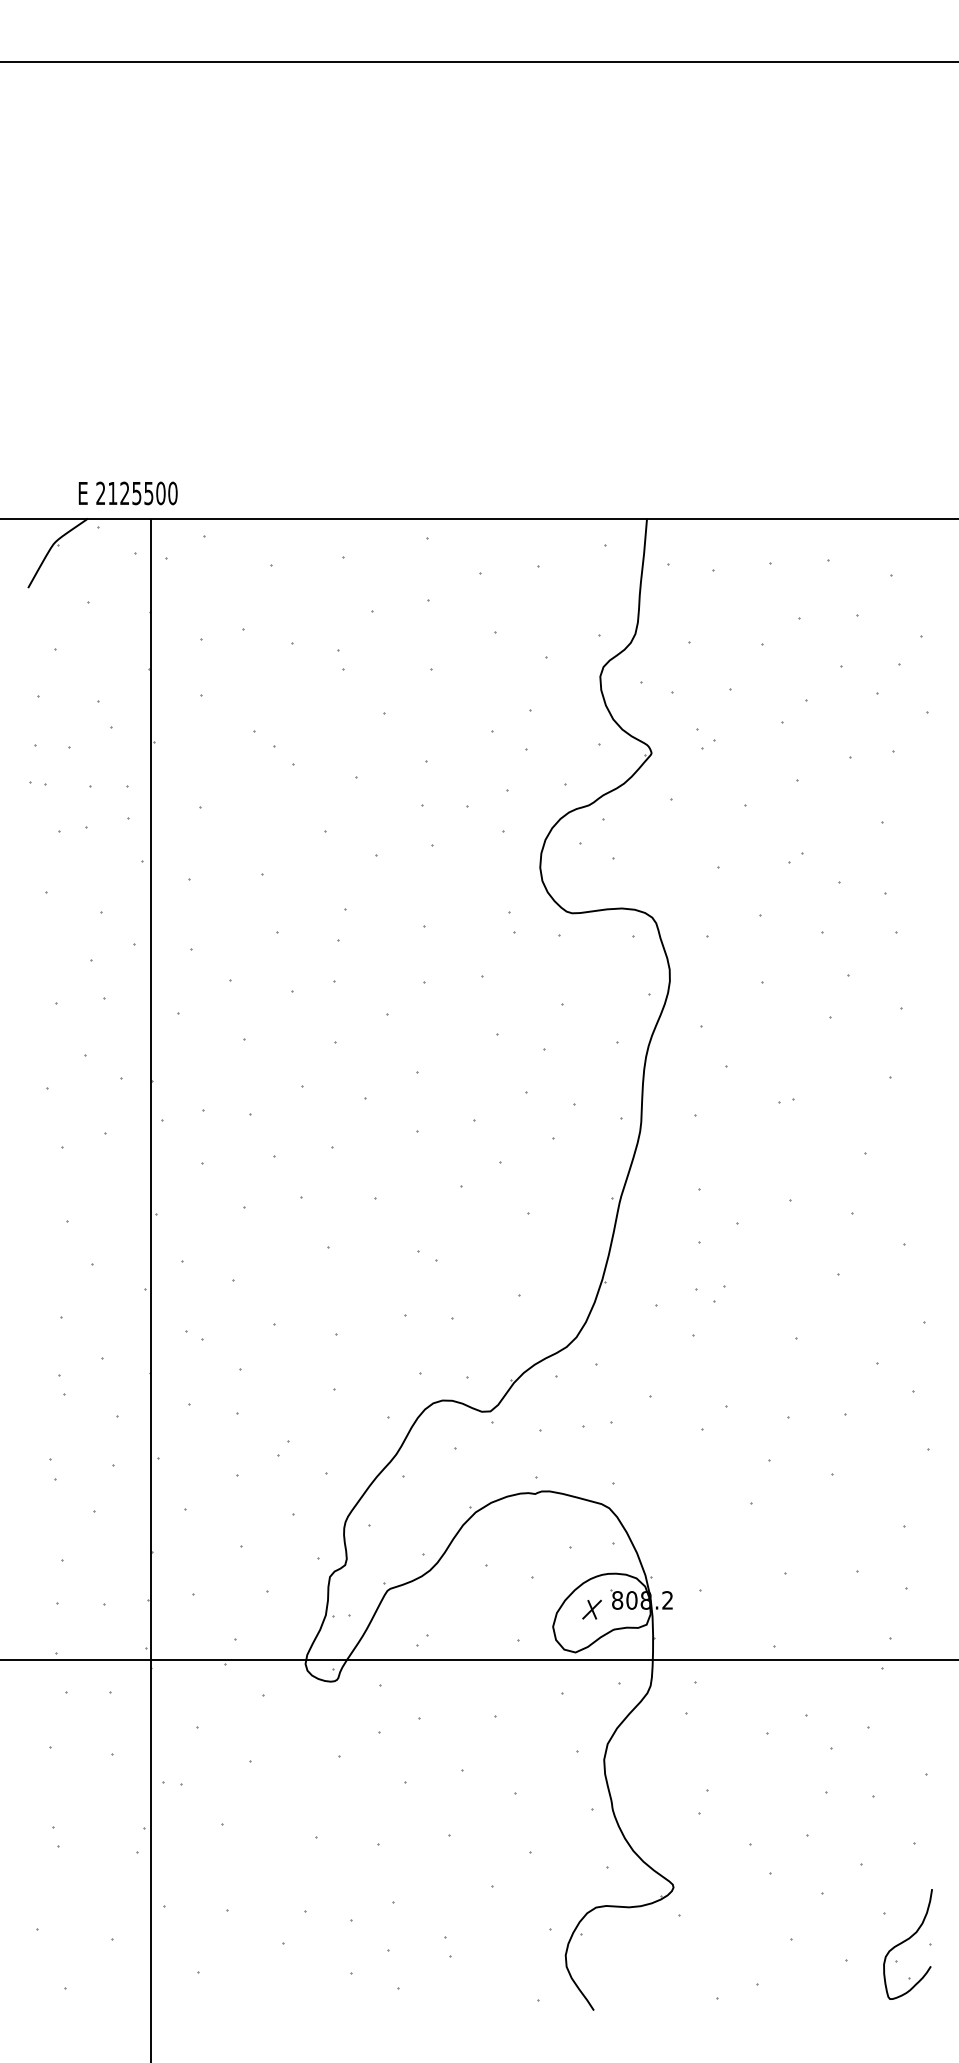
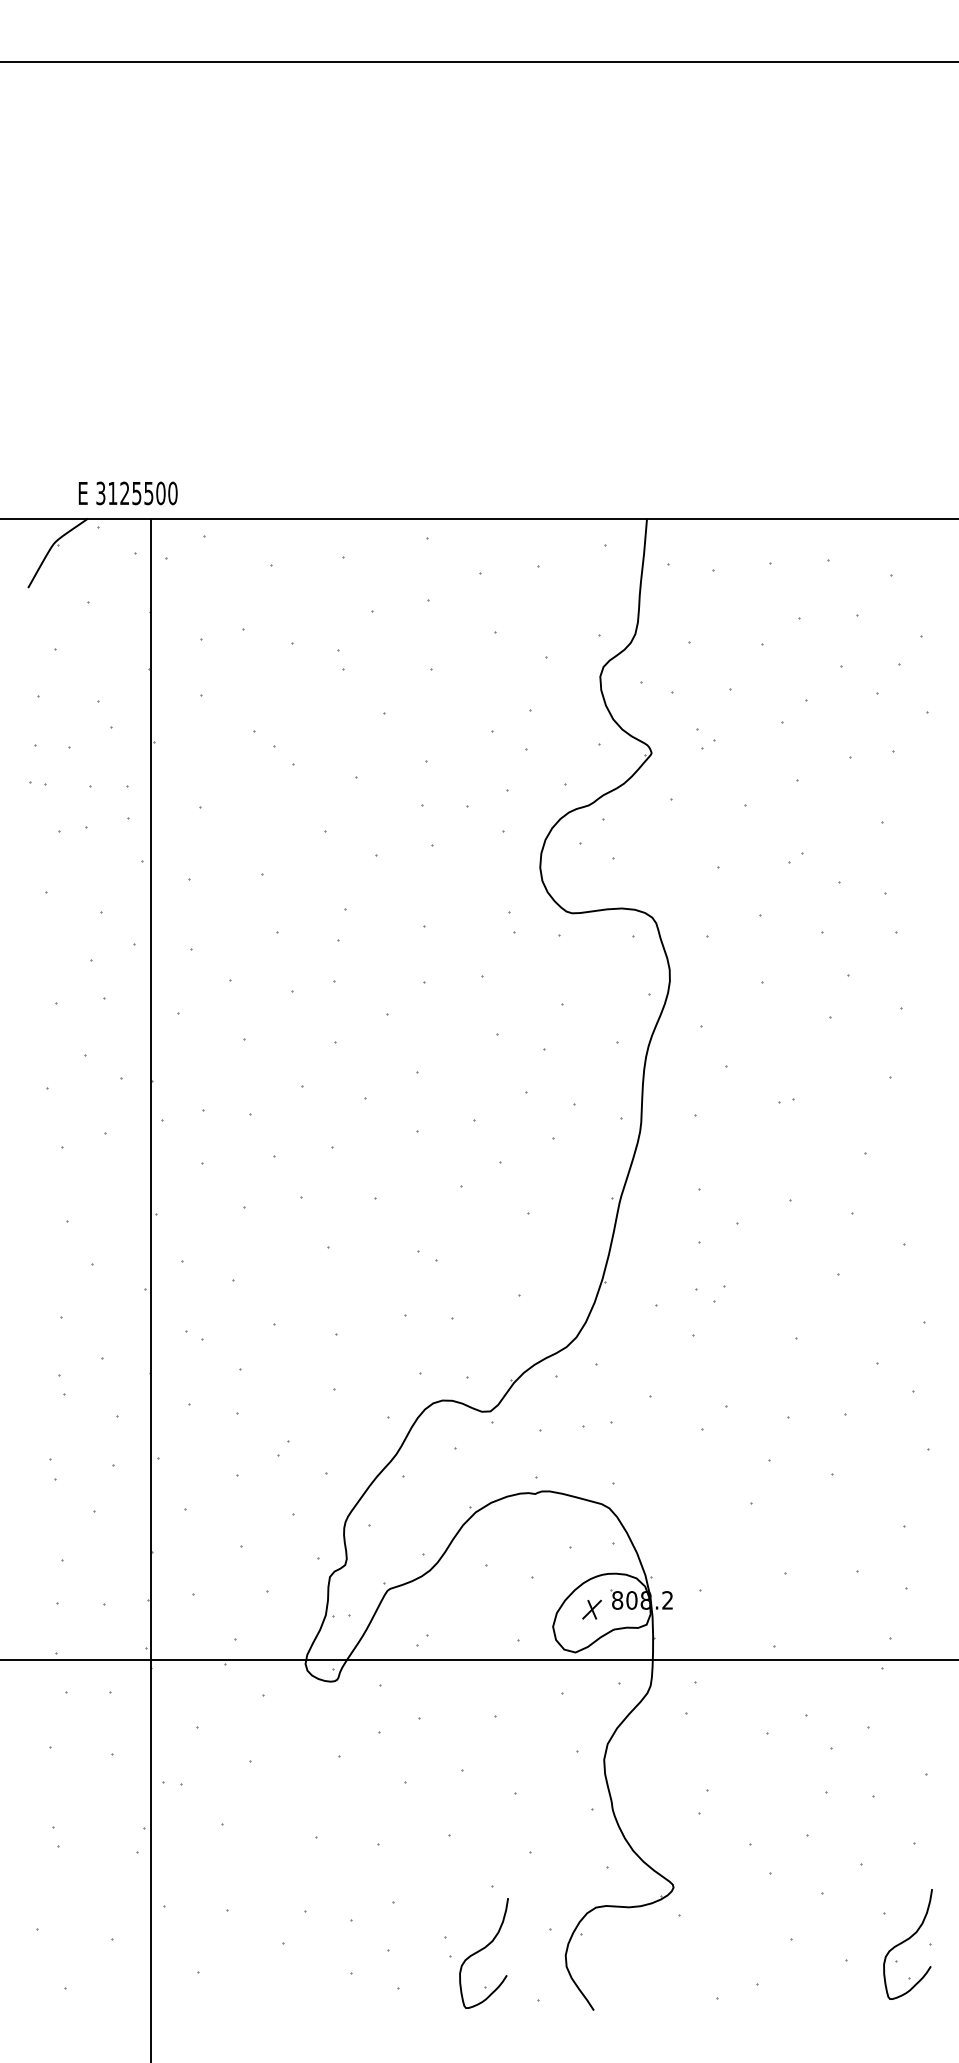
text at (100, 493): 2125500 -> 3125500
part at (483, 1953): none -> present
